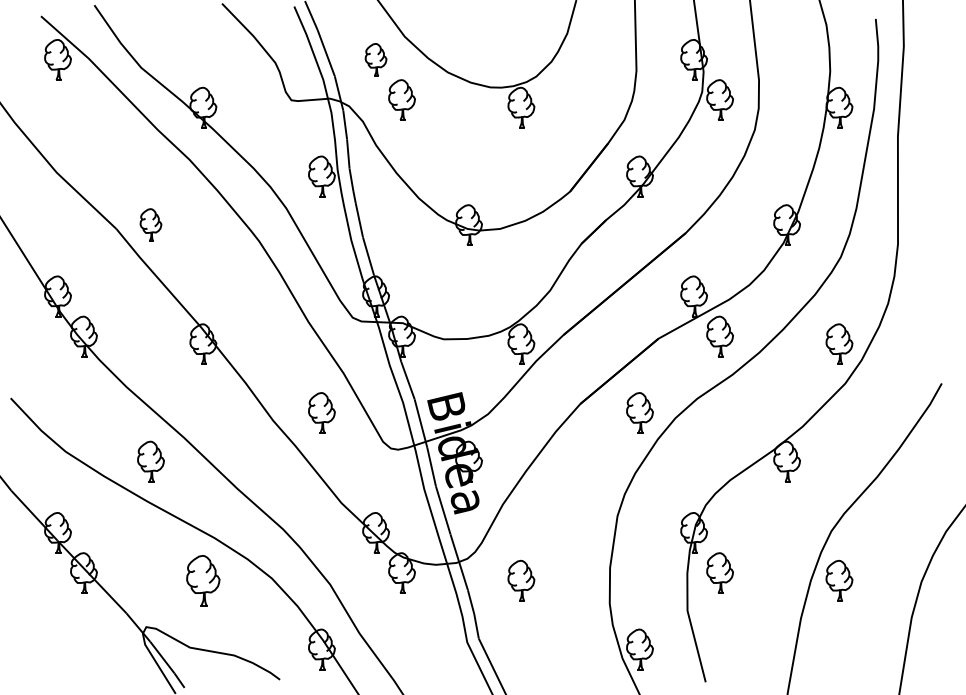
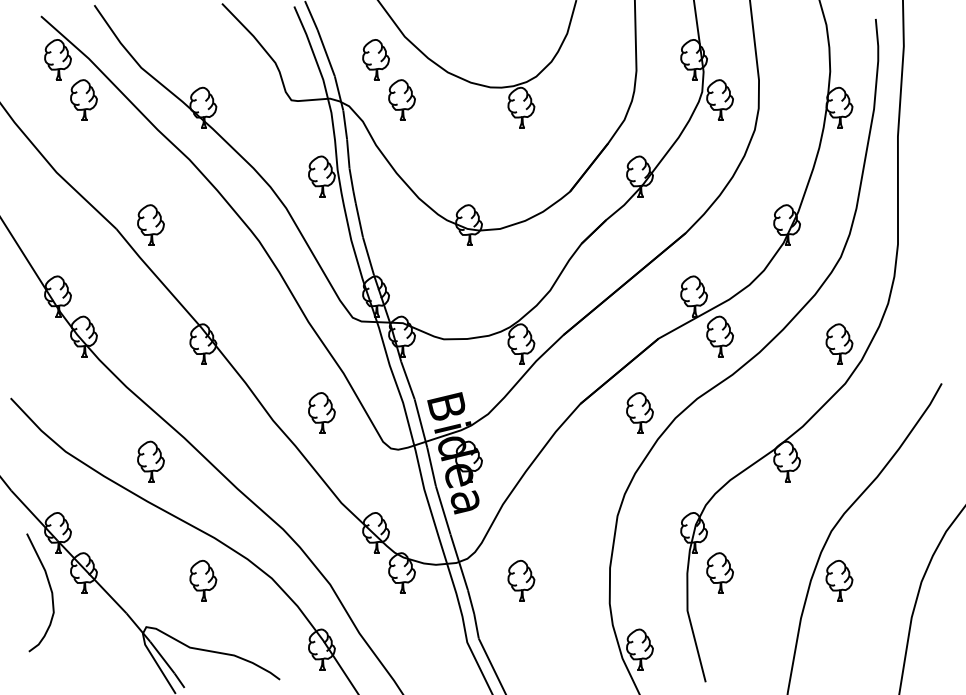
part at (375, 59) size: 24x34 px -> 28x42 px
part at (83, 99): none -> present
part at (150, 224) size: 24x34 px -> 28x42 px
part at (203, 580) size: 35x52 px -> 29x43 px
curve at (49, 588): none -> present
